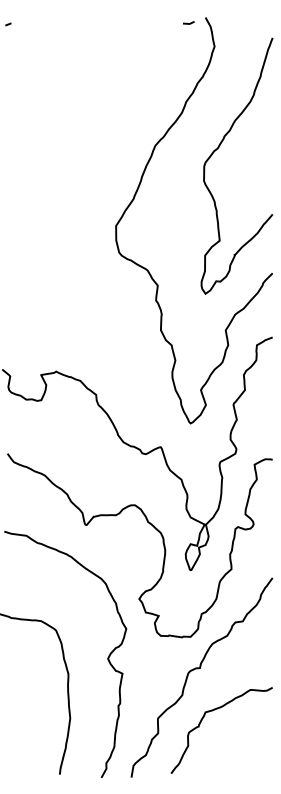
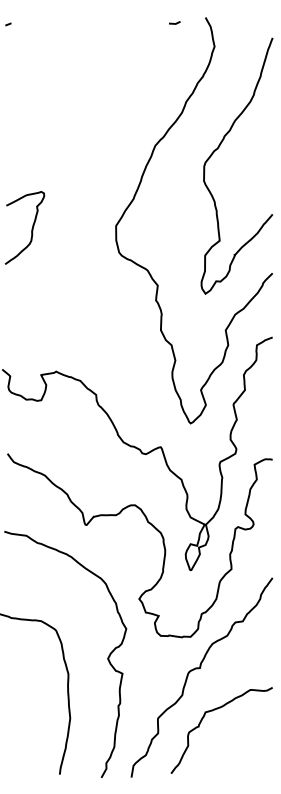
line at (188, 23) position: (188, 23) -> (174, 23)
curve at (31, 228): none -> present
